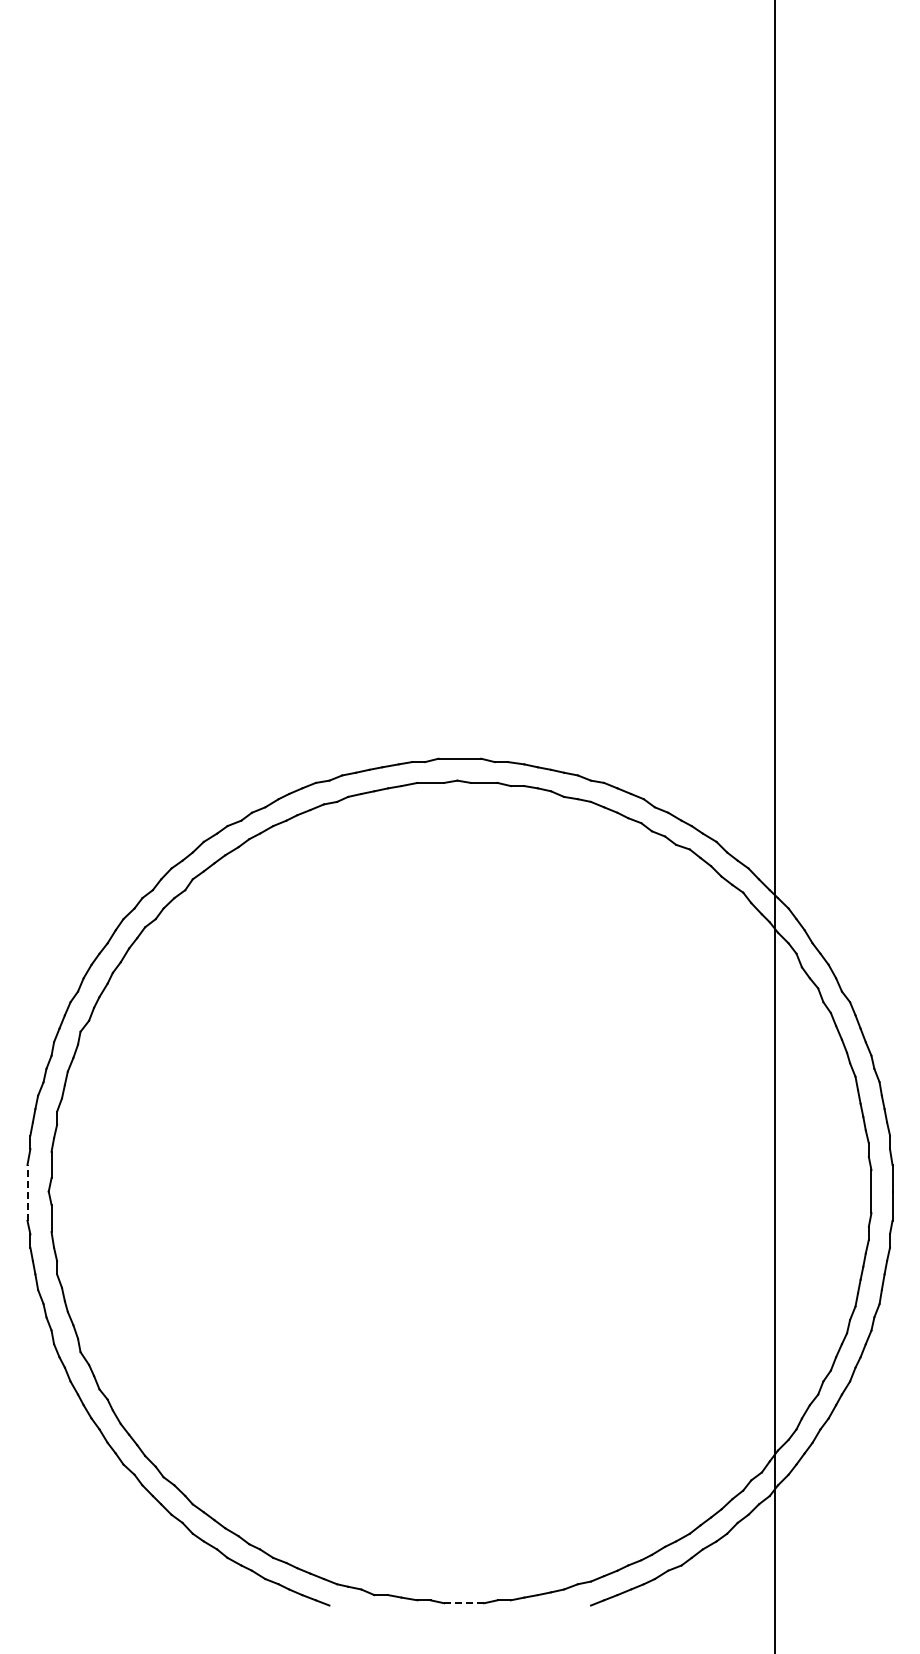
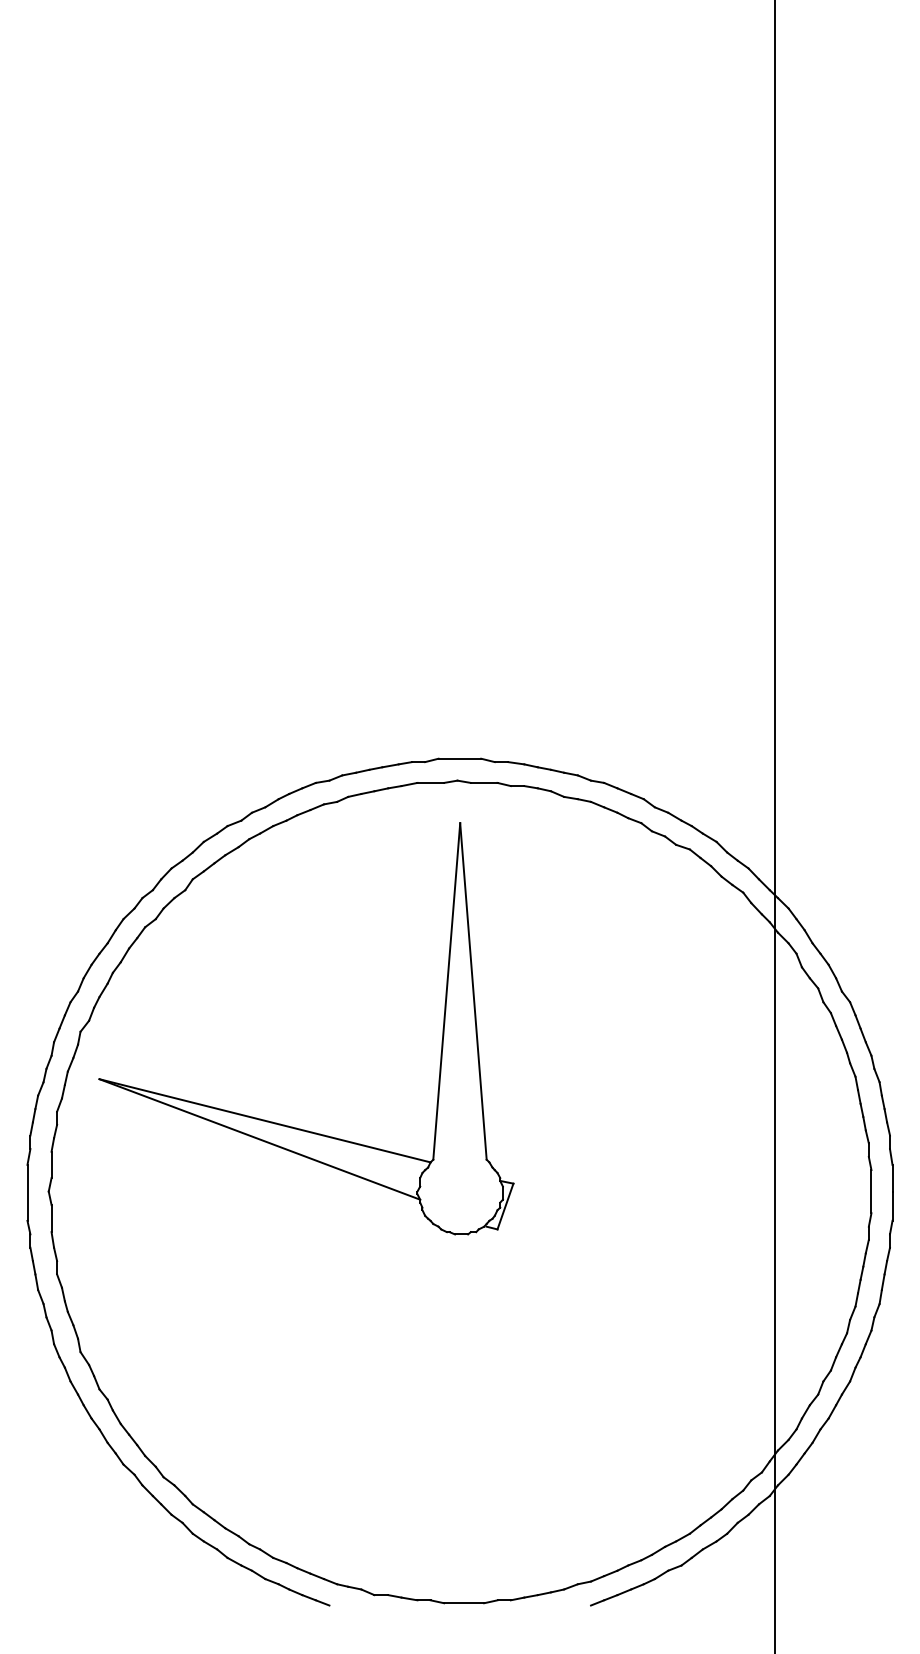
part at (284, 1124): none -> present
line at (27, 1192): dashed -> solid
line at (464, 1603): dashed -> solid
